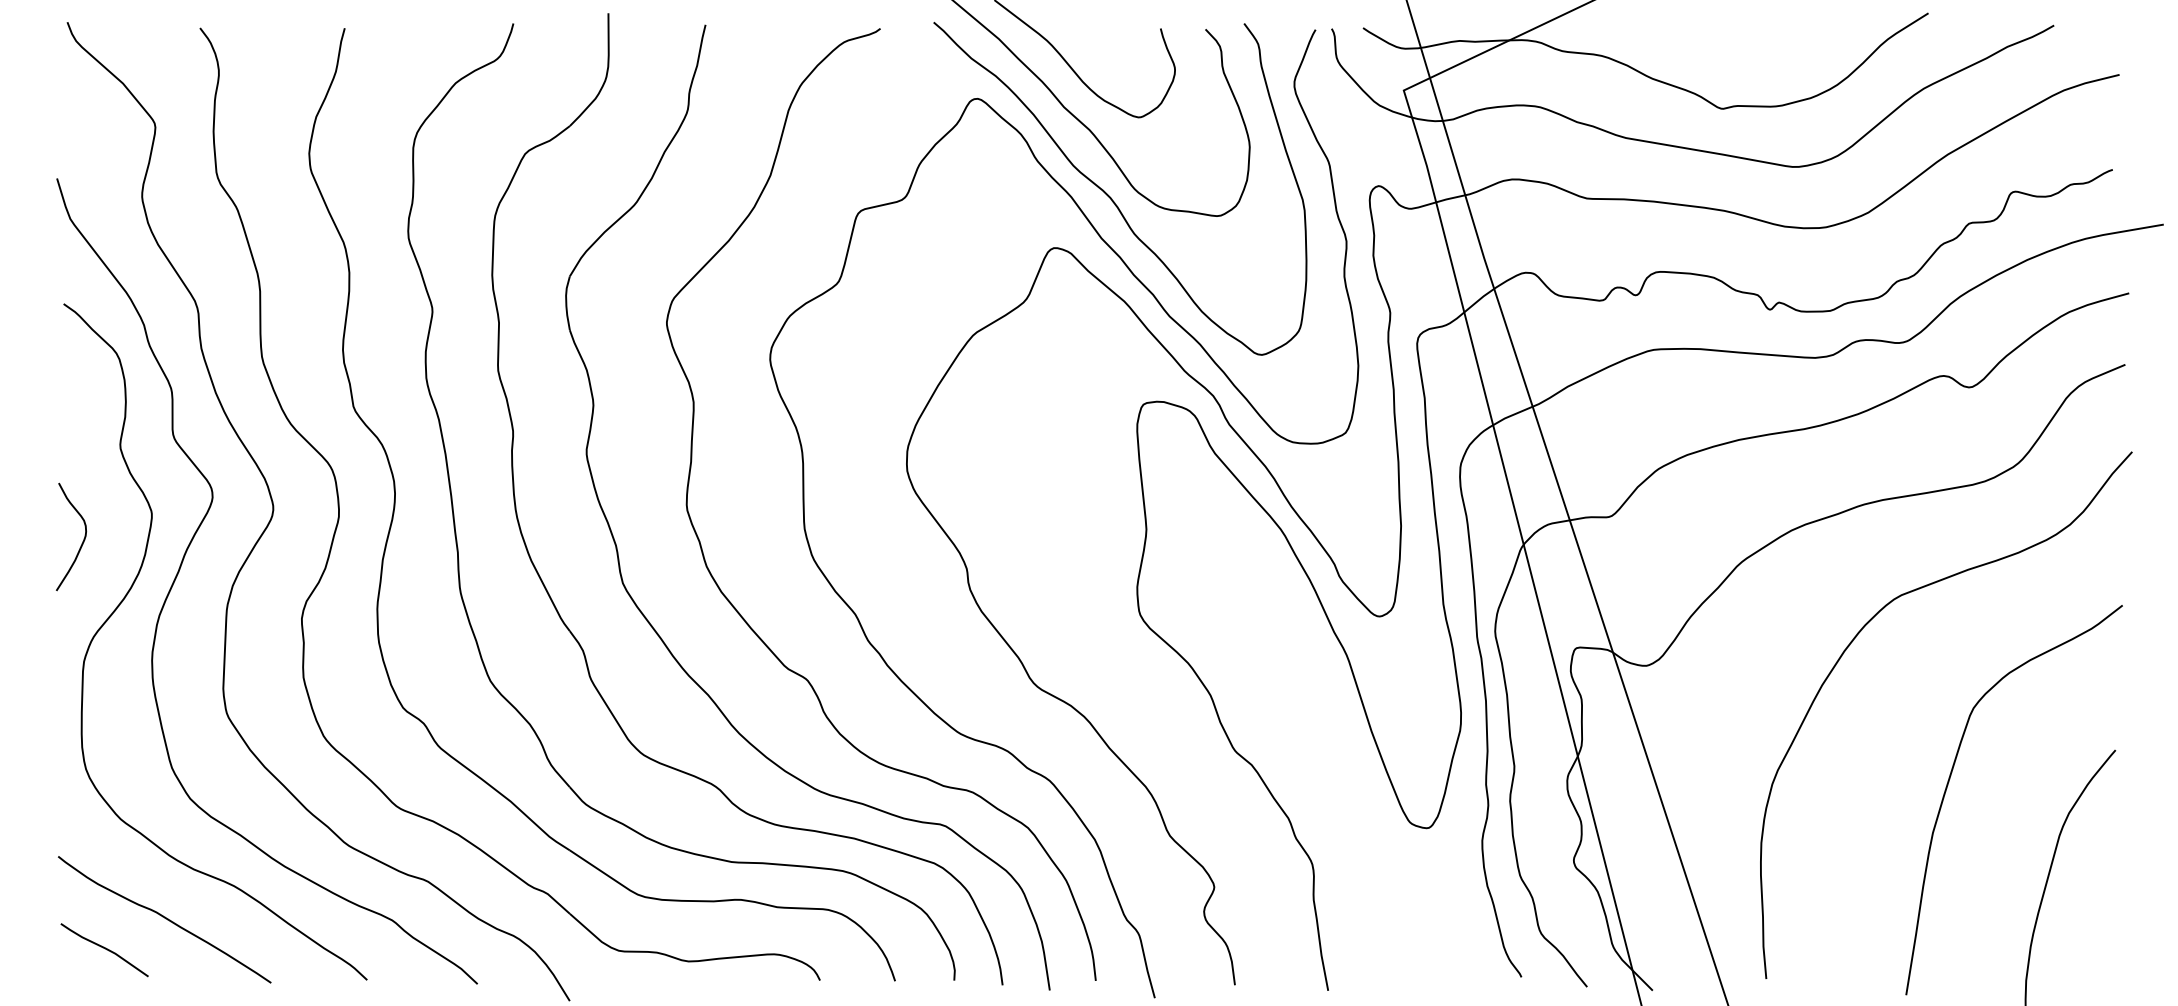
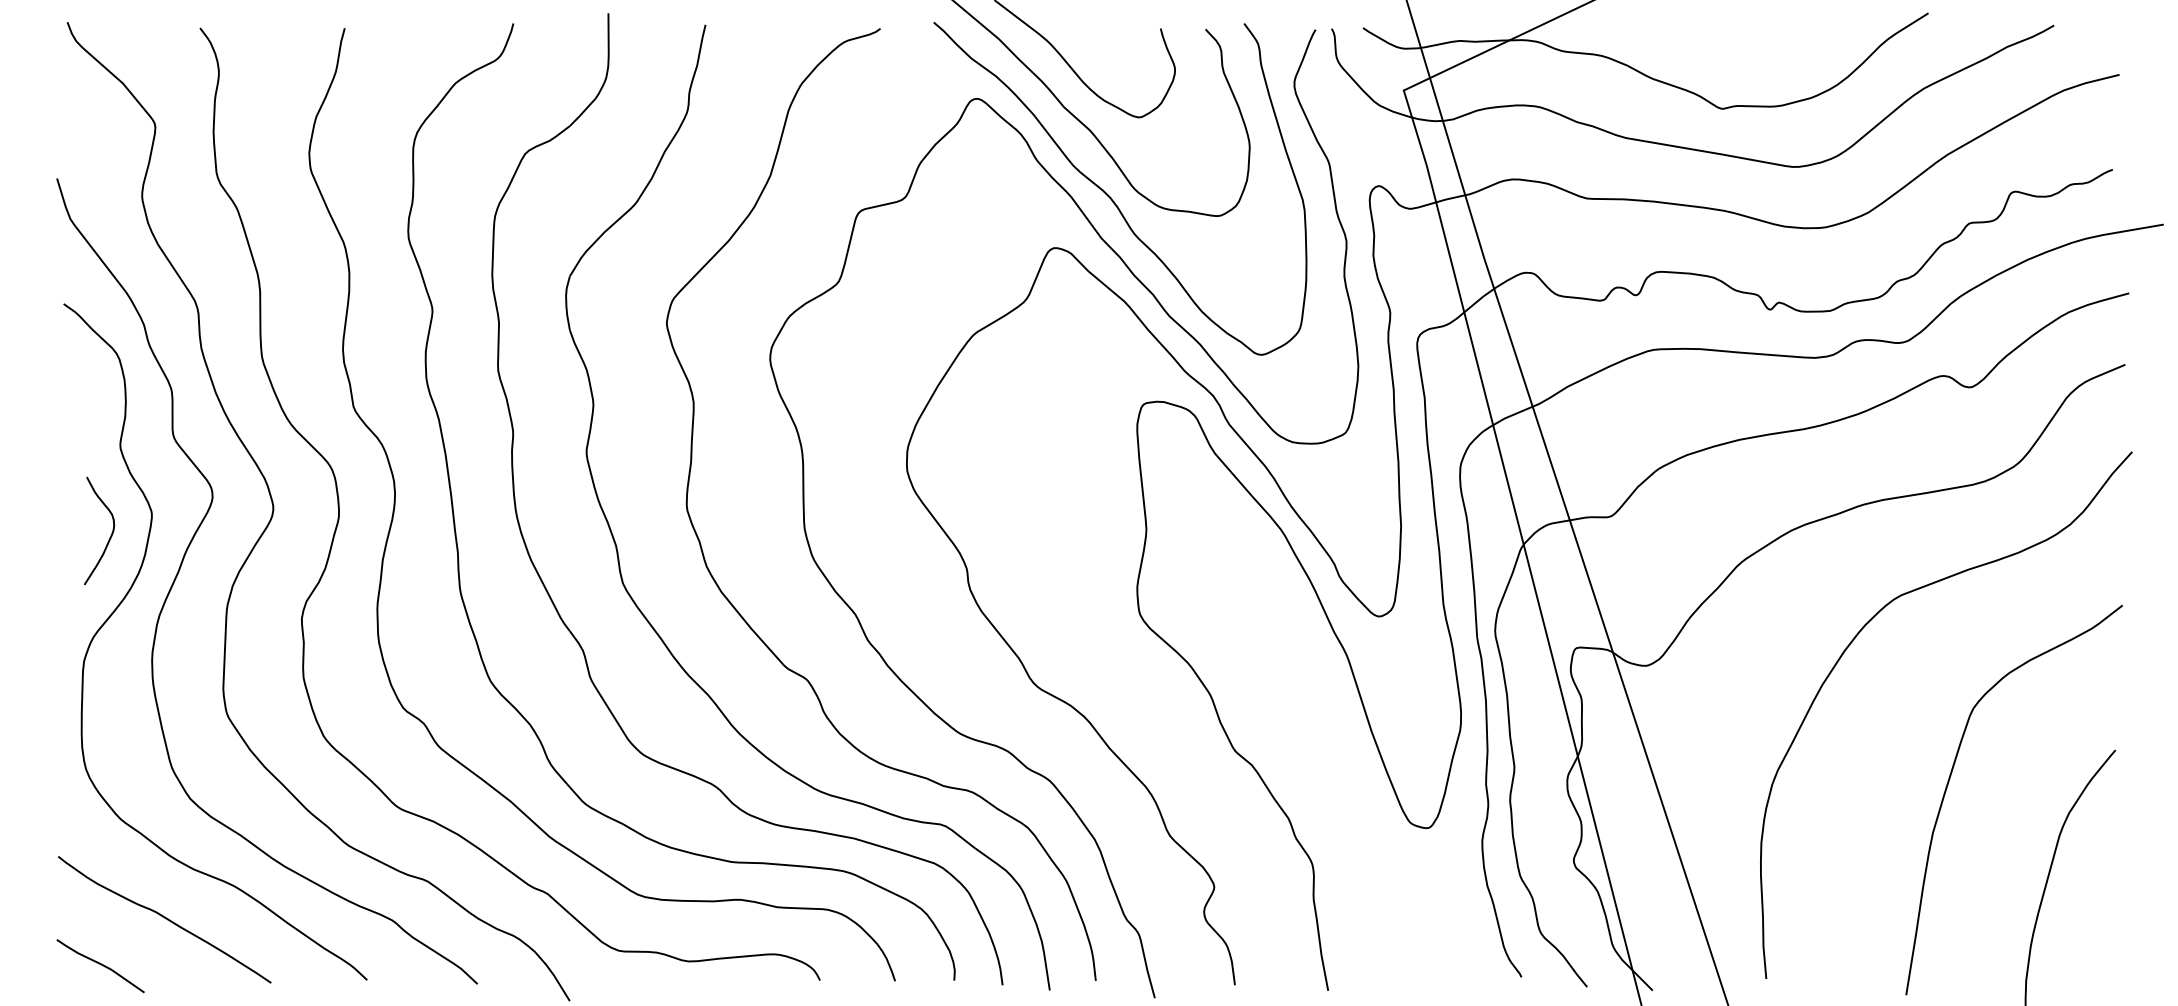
curve at (82, 541) position: (82, 541) -> (110, 535)
curve at (105, 949) position: (105, 949) -> (101, 965)
